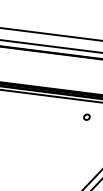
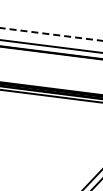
line at (51, 34): solid -> dashed
part at (86, 116): present -> none
